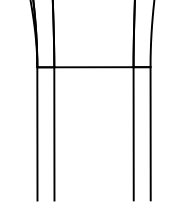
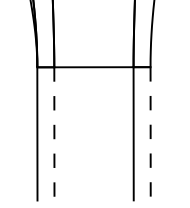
line at (54, 133): solid -> dashed
line at (150, 133): solid -> dashed
